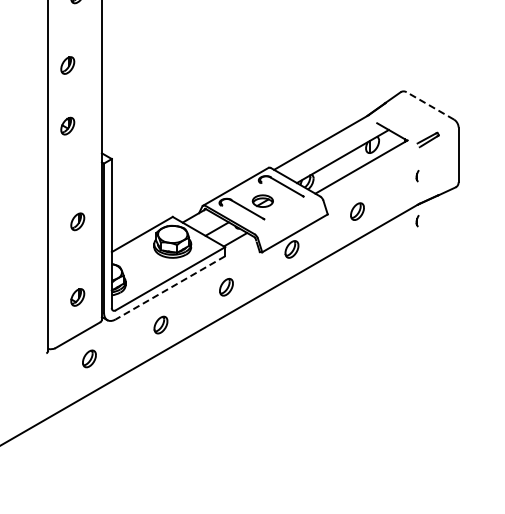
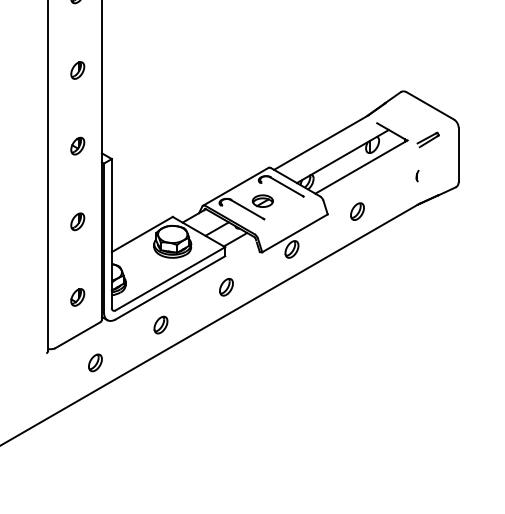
part at (67, 65) position: (67, 65) -> (77, 70)
line at (429, 105): dashed -> solid
part at (67, 125) position: (67, 125) -> (77, 145)
part at (417, 221): present -> none
line at (170, 288): dashed -> solid
part at (89, 358) position: (89, 358) -> (95, 362)
